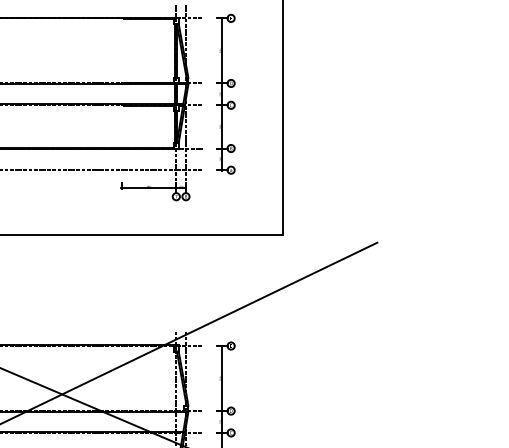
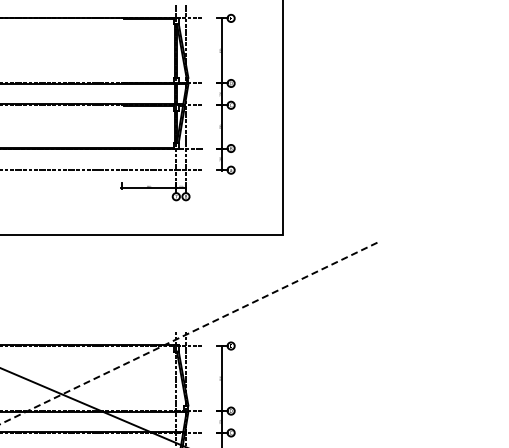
line at (188, 333): solid -> dashed
